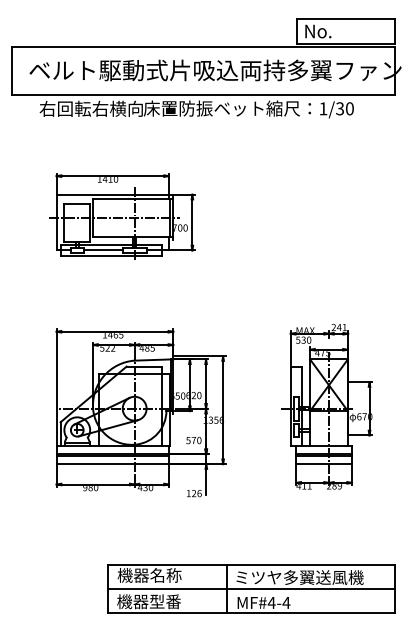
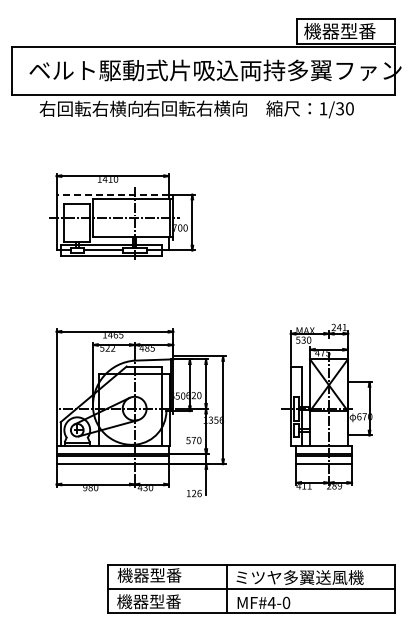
text at (339, 30): No. -> 機器型番
text at (203, 108): 床置防振ベット -> 右回転右横向
line at (112, 194): solid -> dashed
text at (165, 575): 機器名称 -> 機器型番
text at (286, 602): MF#4-4 -> MF#4-0
